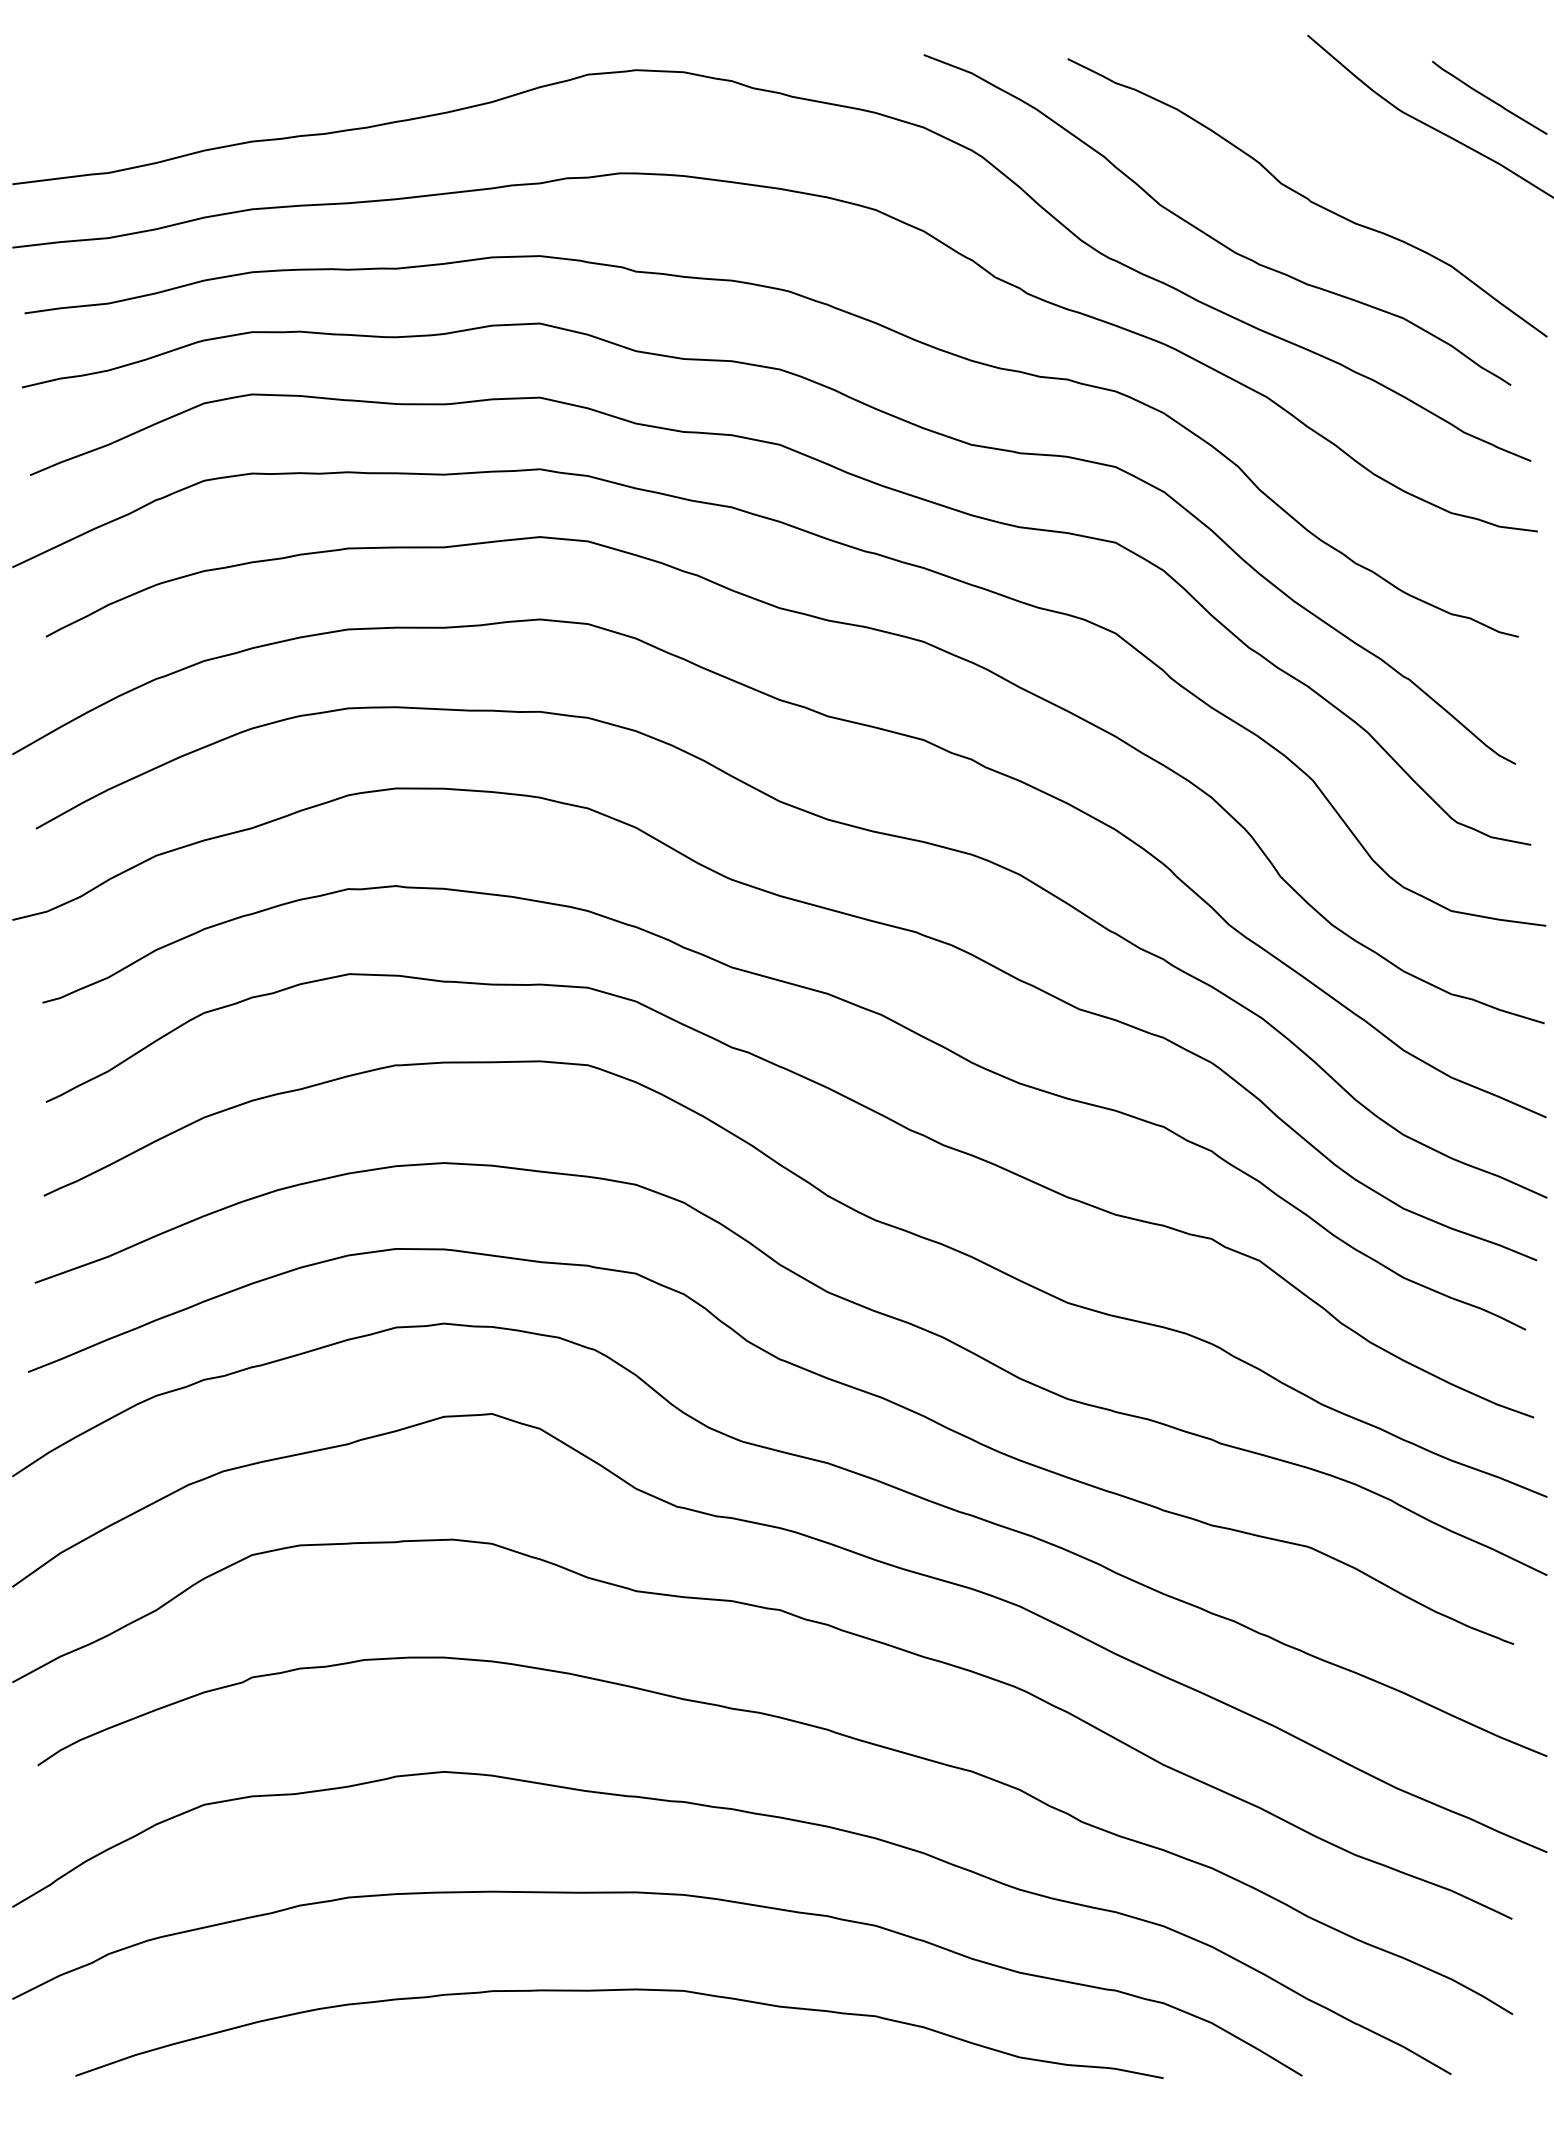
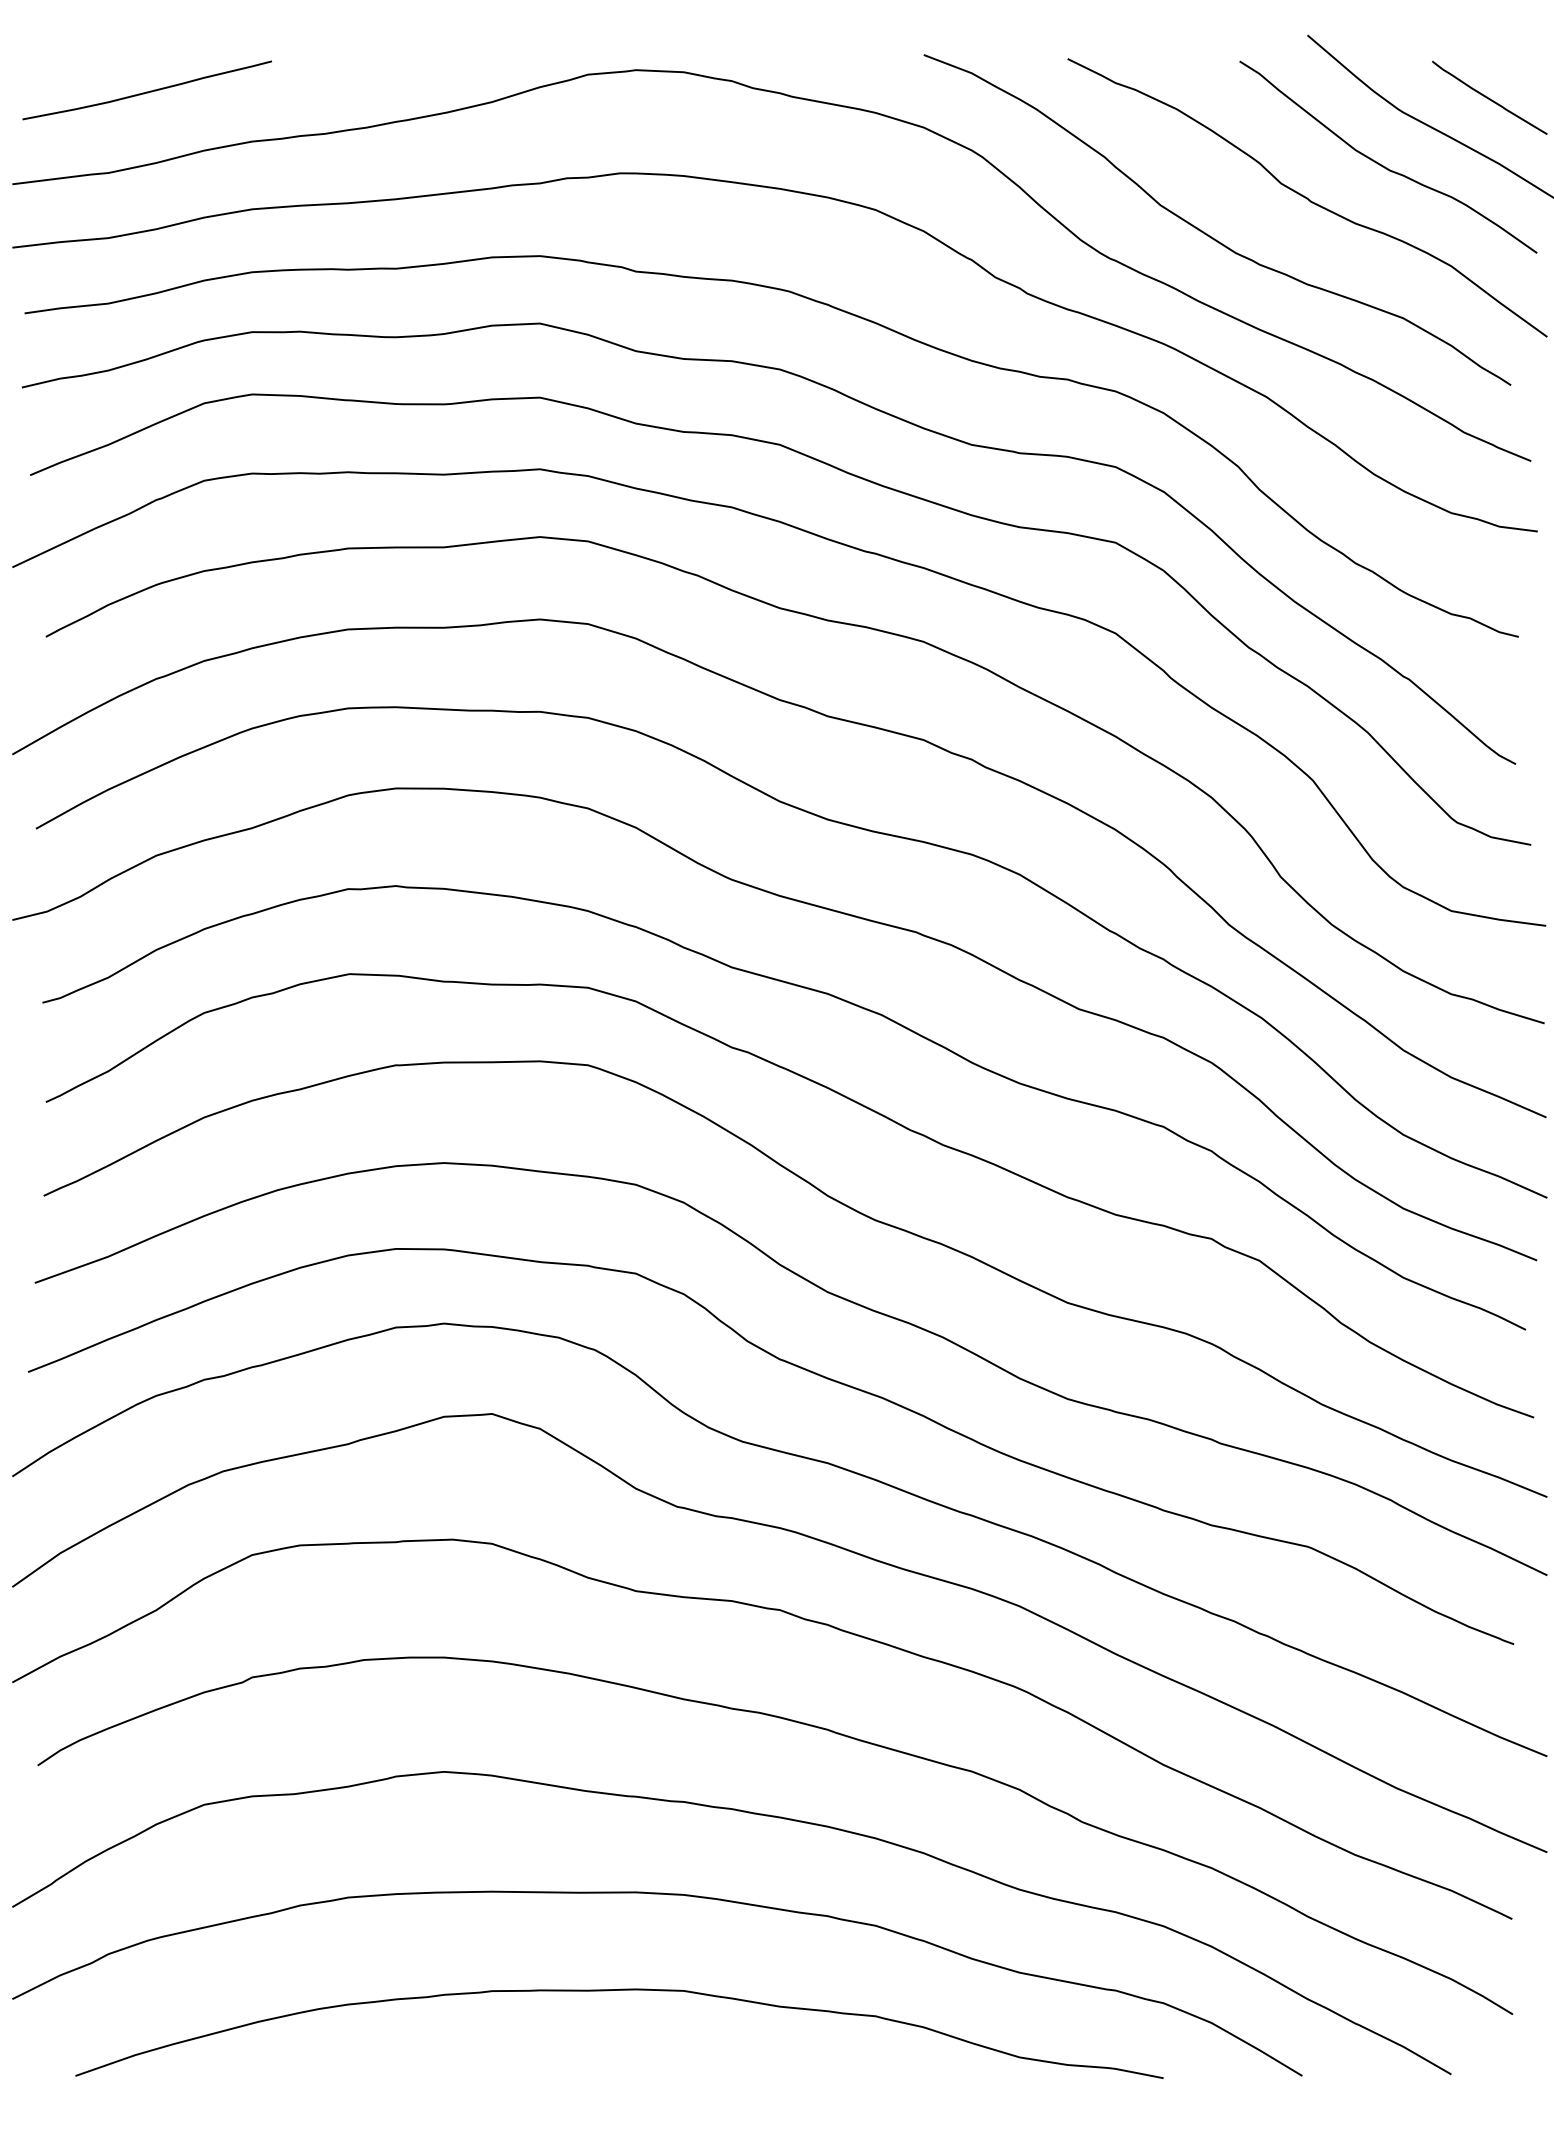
curve at (146, 91): none -> present
curve at (1383, 165): none -> present
